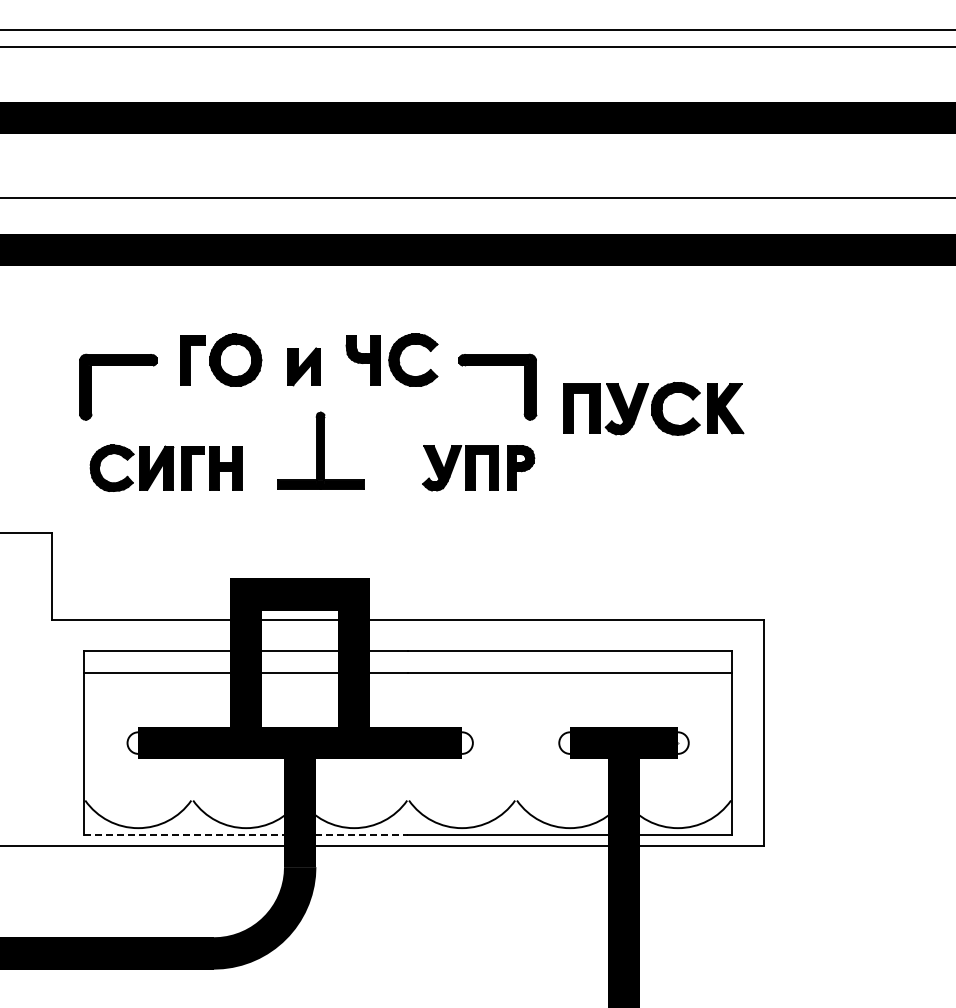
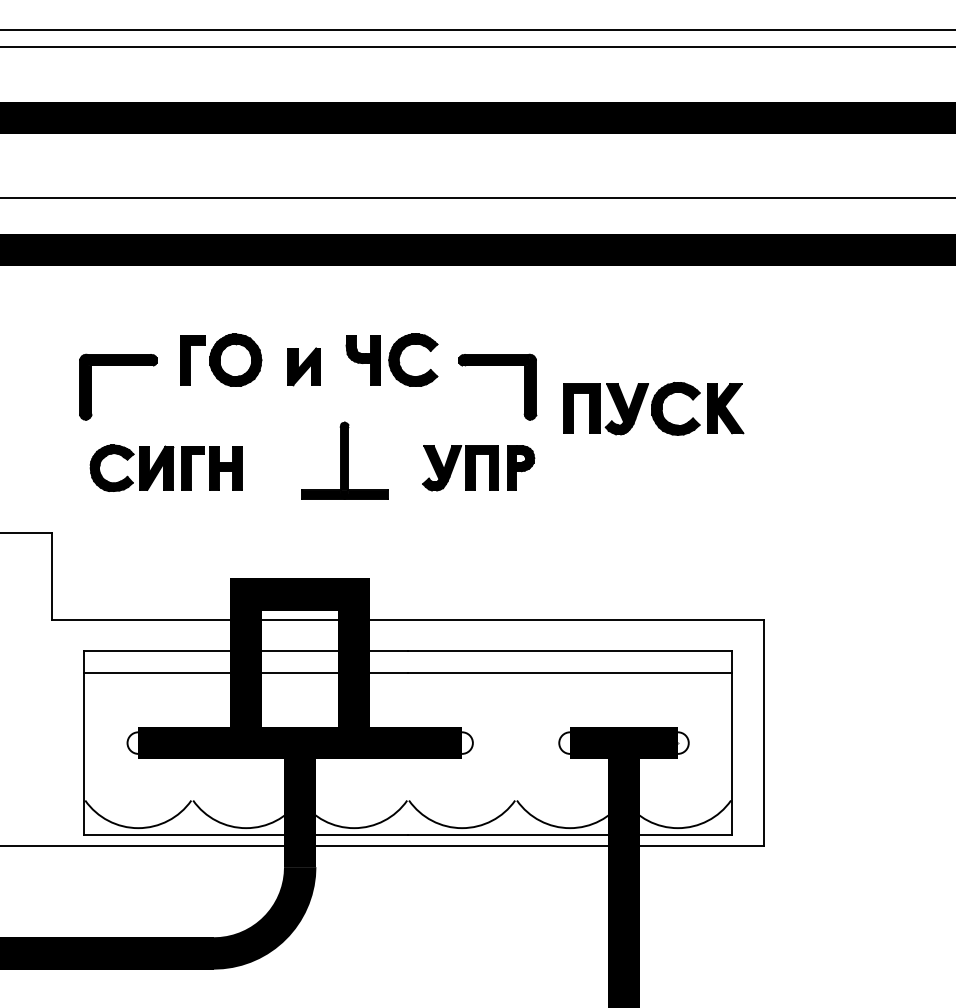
part at (320, 450) position: (320, 450) -> (344, 460)
line at (246, 834): dashed -> solid
